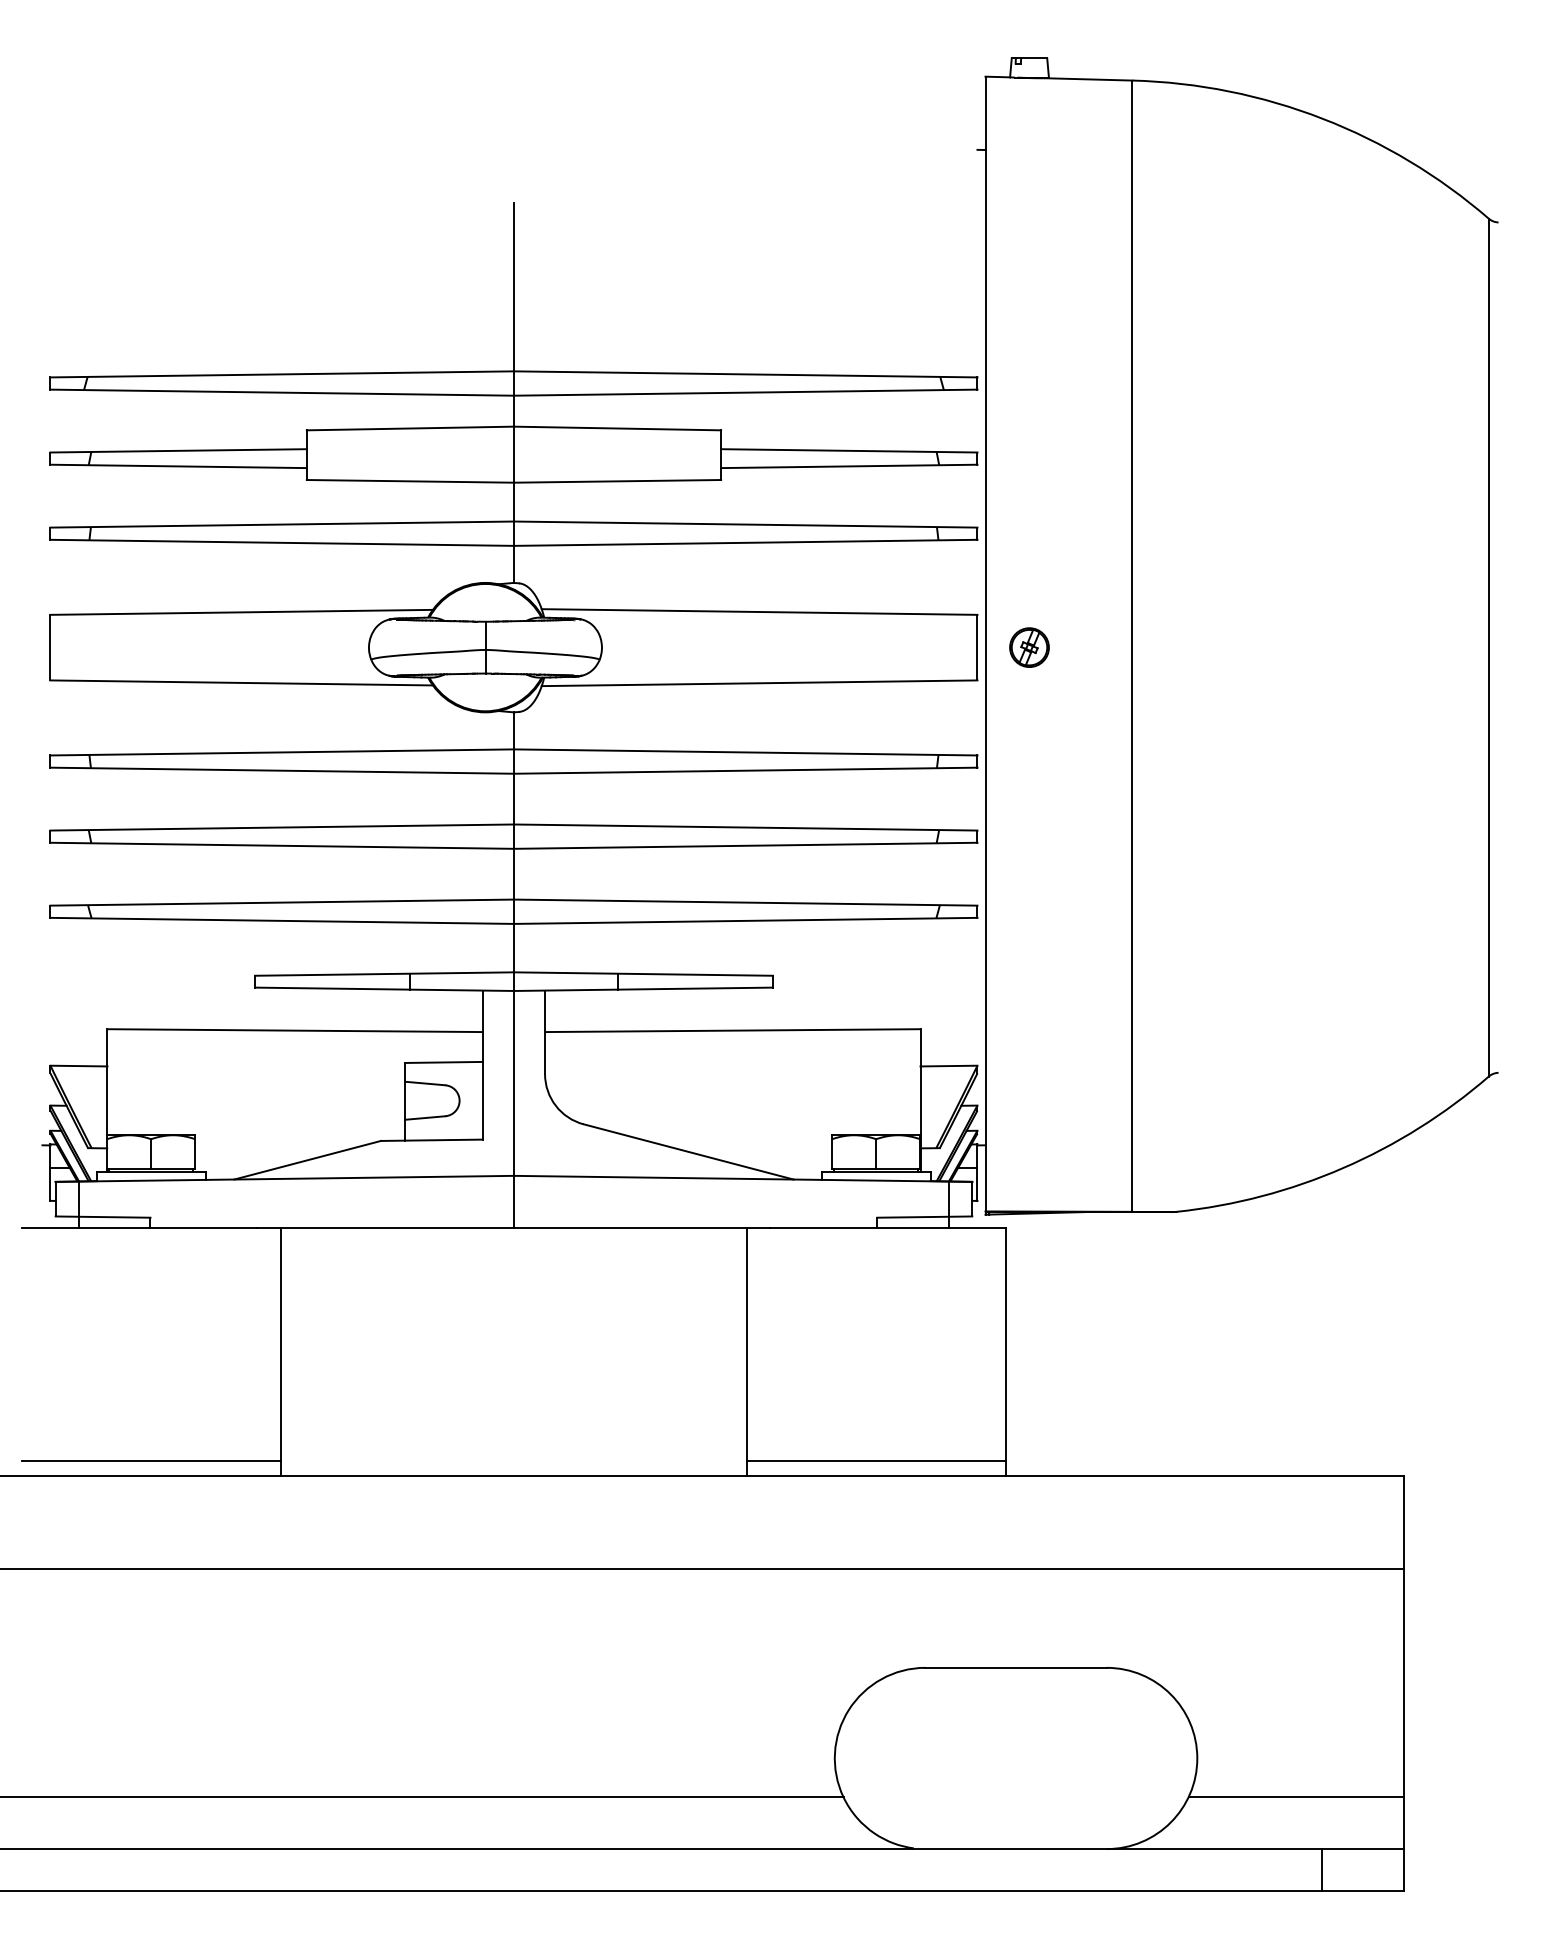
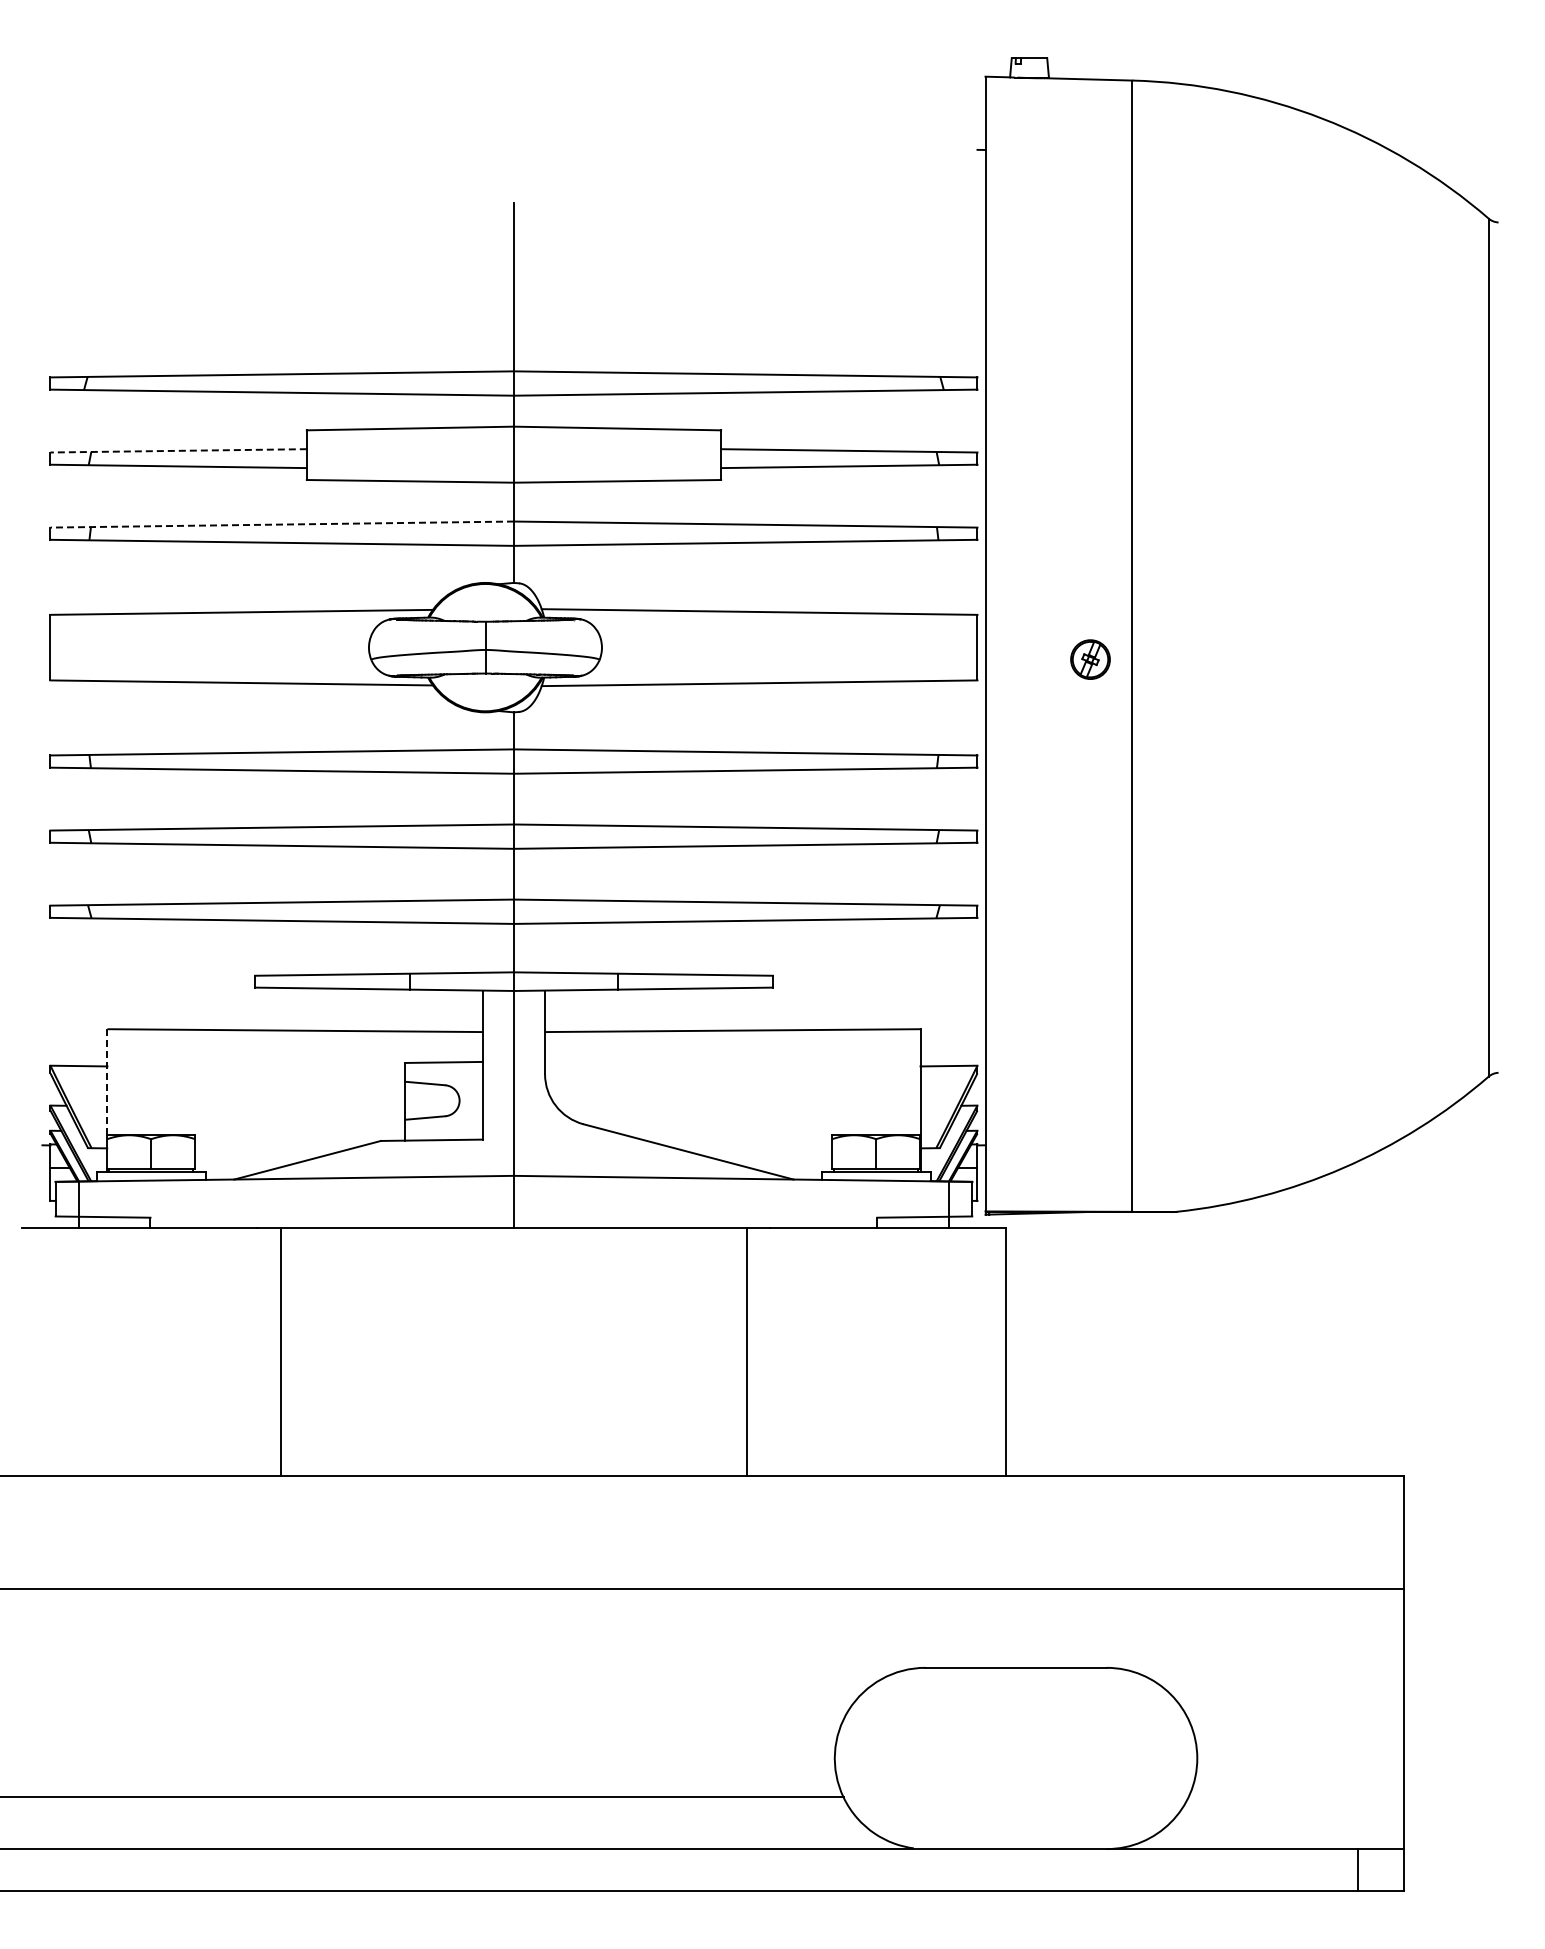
line at (178, 450): solid -> dashed
line at (282, 524): solid -> dashed
part at (1029, 647) position: (1029, 647) -> (1090, 659)
line at (107, 1081): solid -> dashed
line at (150, 1460): present -> none
line at (875, 1460): present -> none
line at (703, 1569) position: (703, 1569) -> (703, 1589)
line at (1296, 1797): present -> none
line at (1321, 1869) position: (1321, 1869) -> (1357, 1869)
